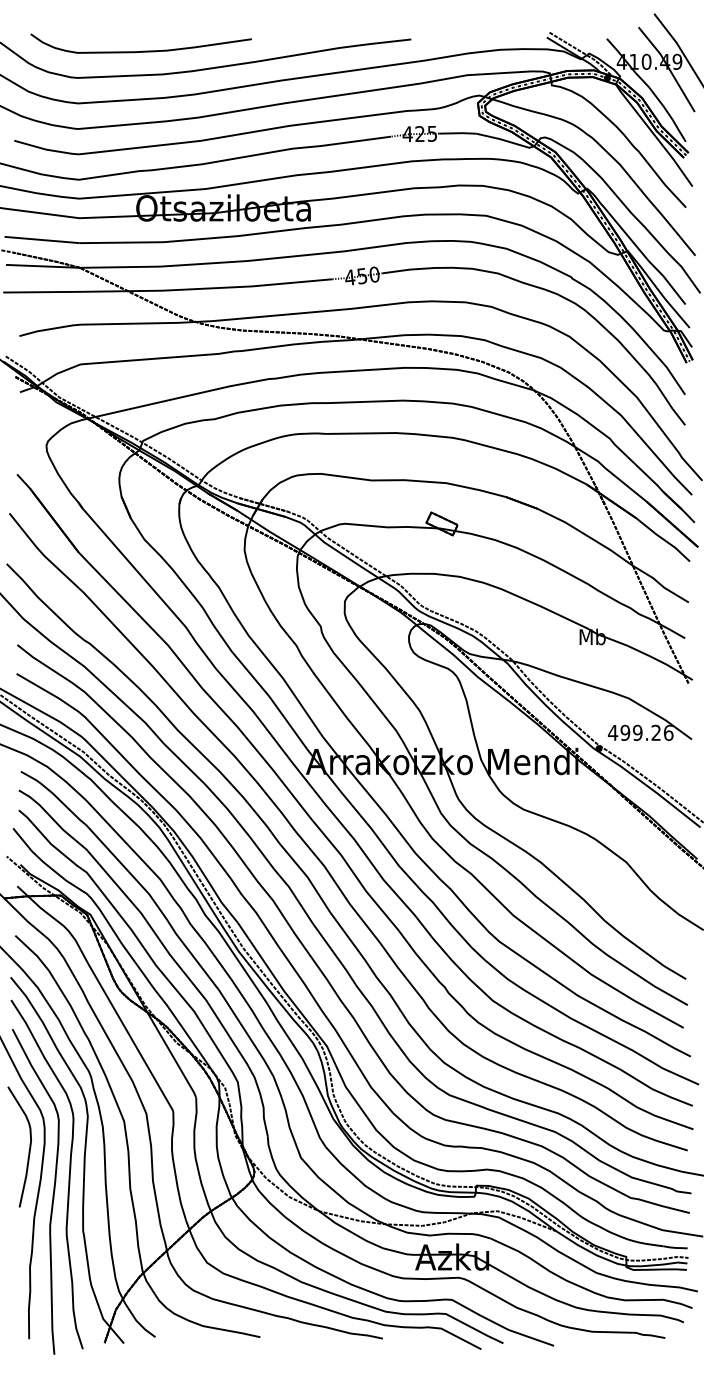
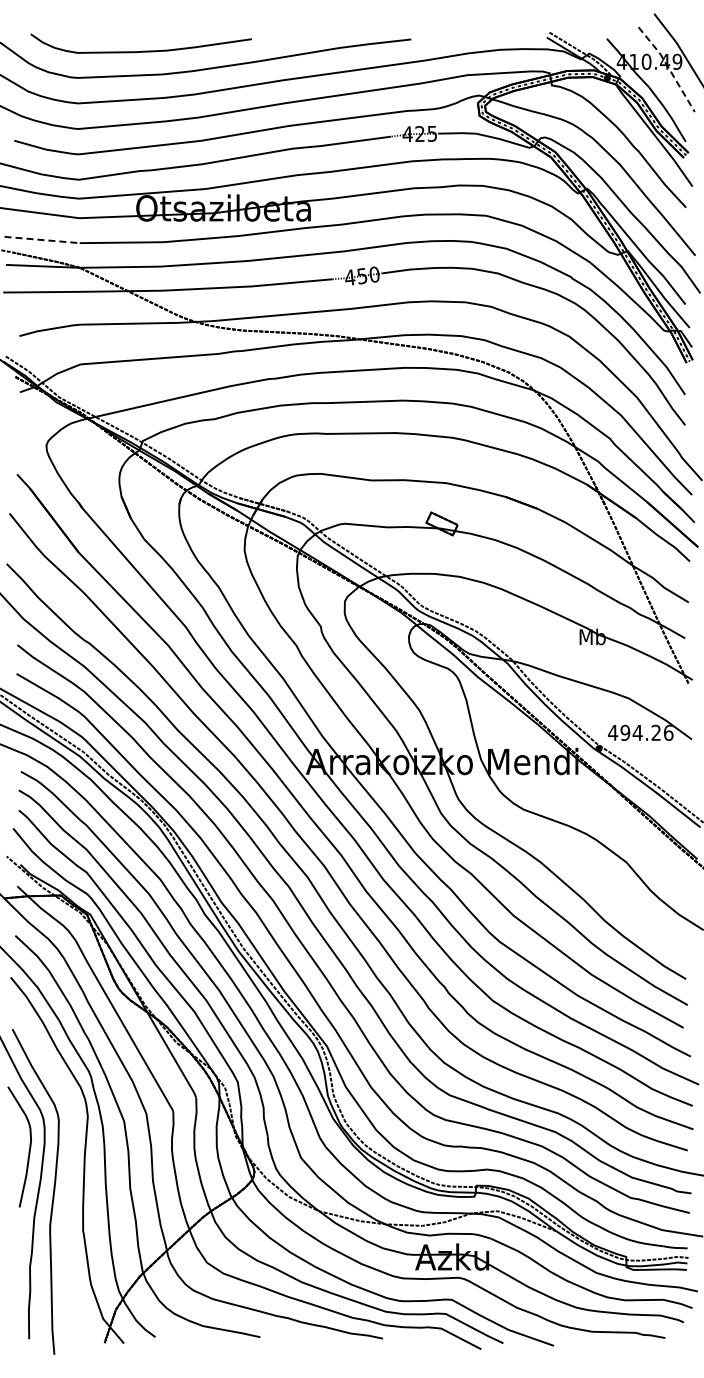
line at (668, 67): solid -> dashed
line at (42, 240): solid -> dashed
text at (637, 732): 499.26 -> 494.26
curve at (68, 1175): present -> none
